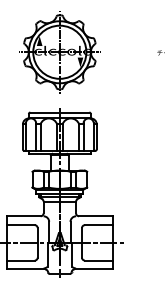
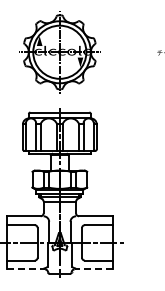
line at (26, 269): solid -> dashed
line at (93, 269): solid -> dashed
